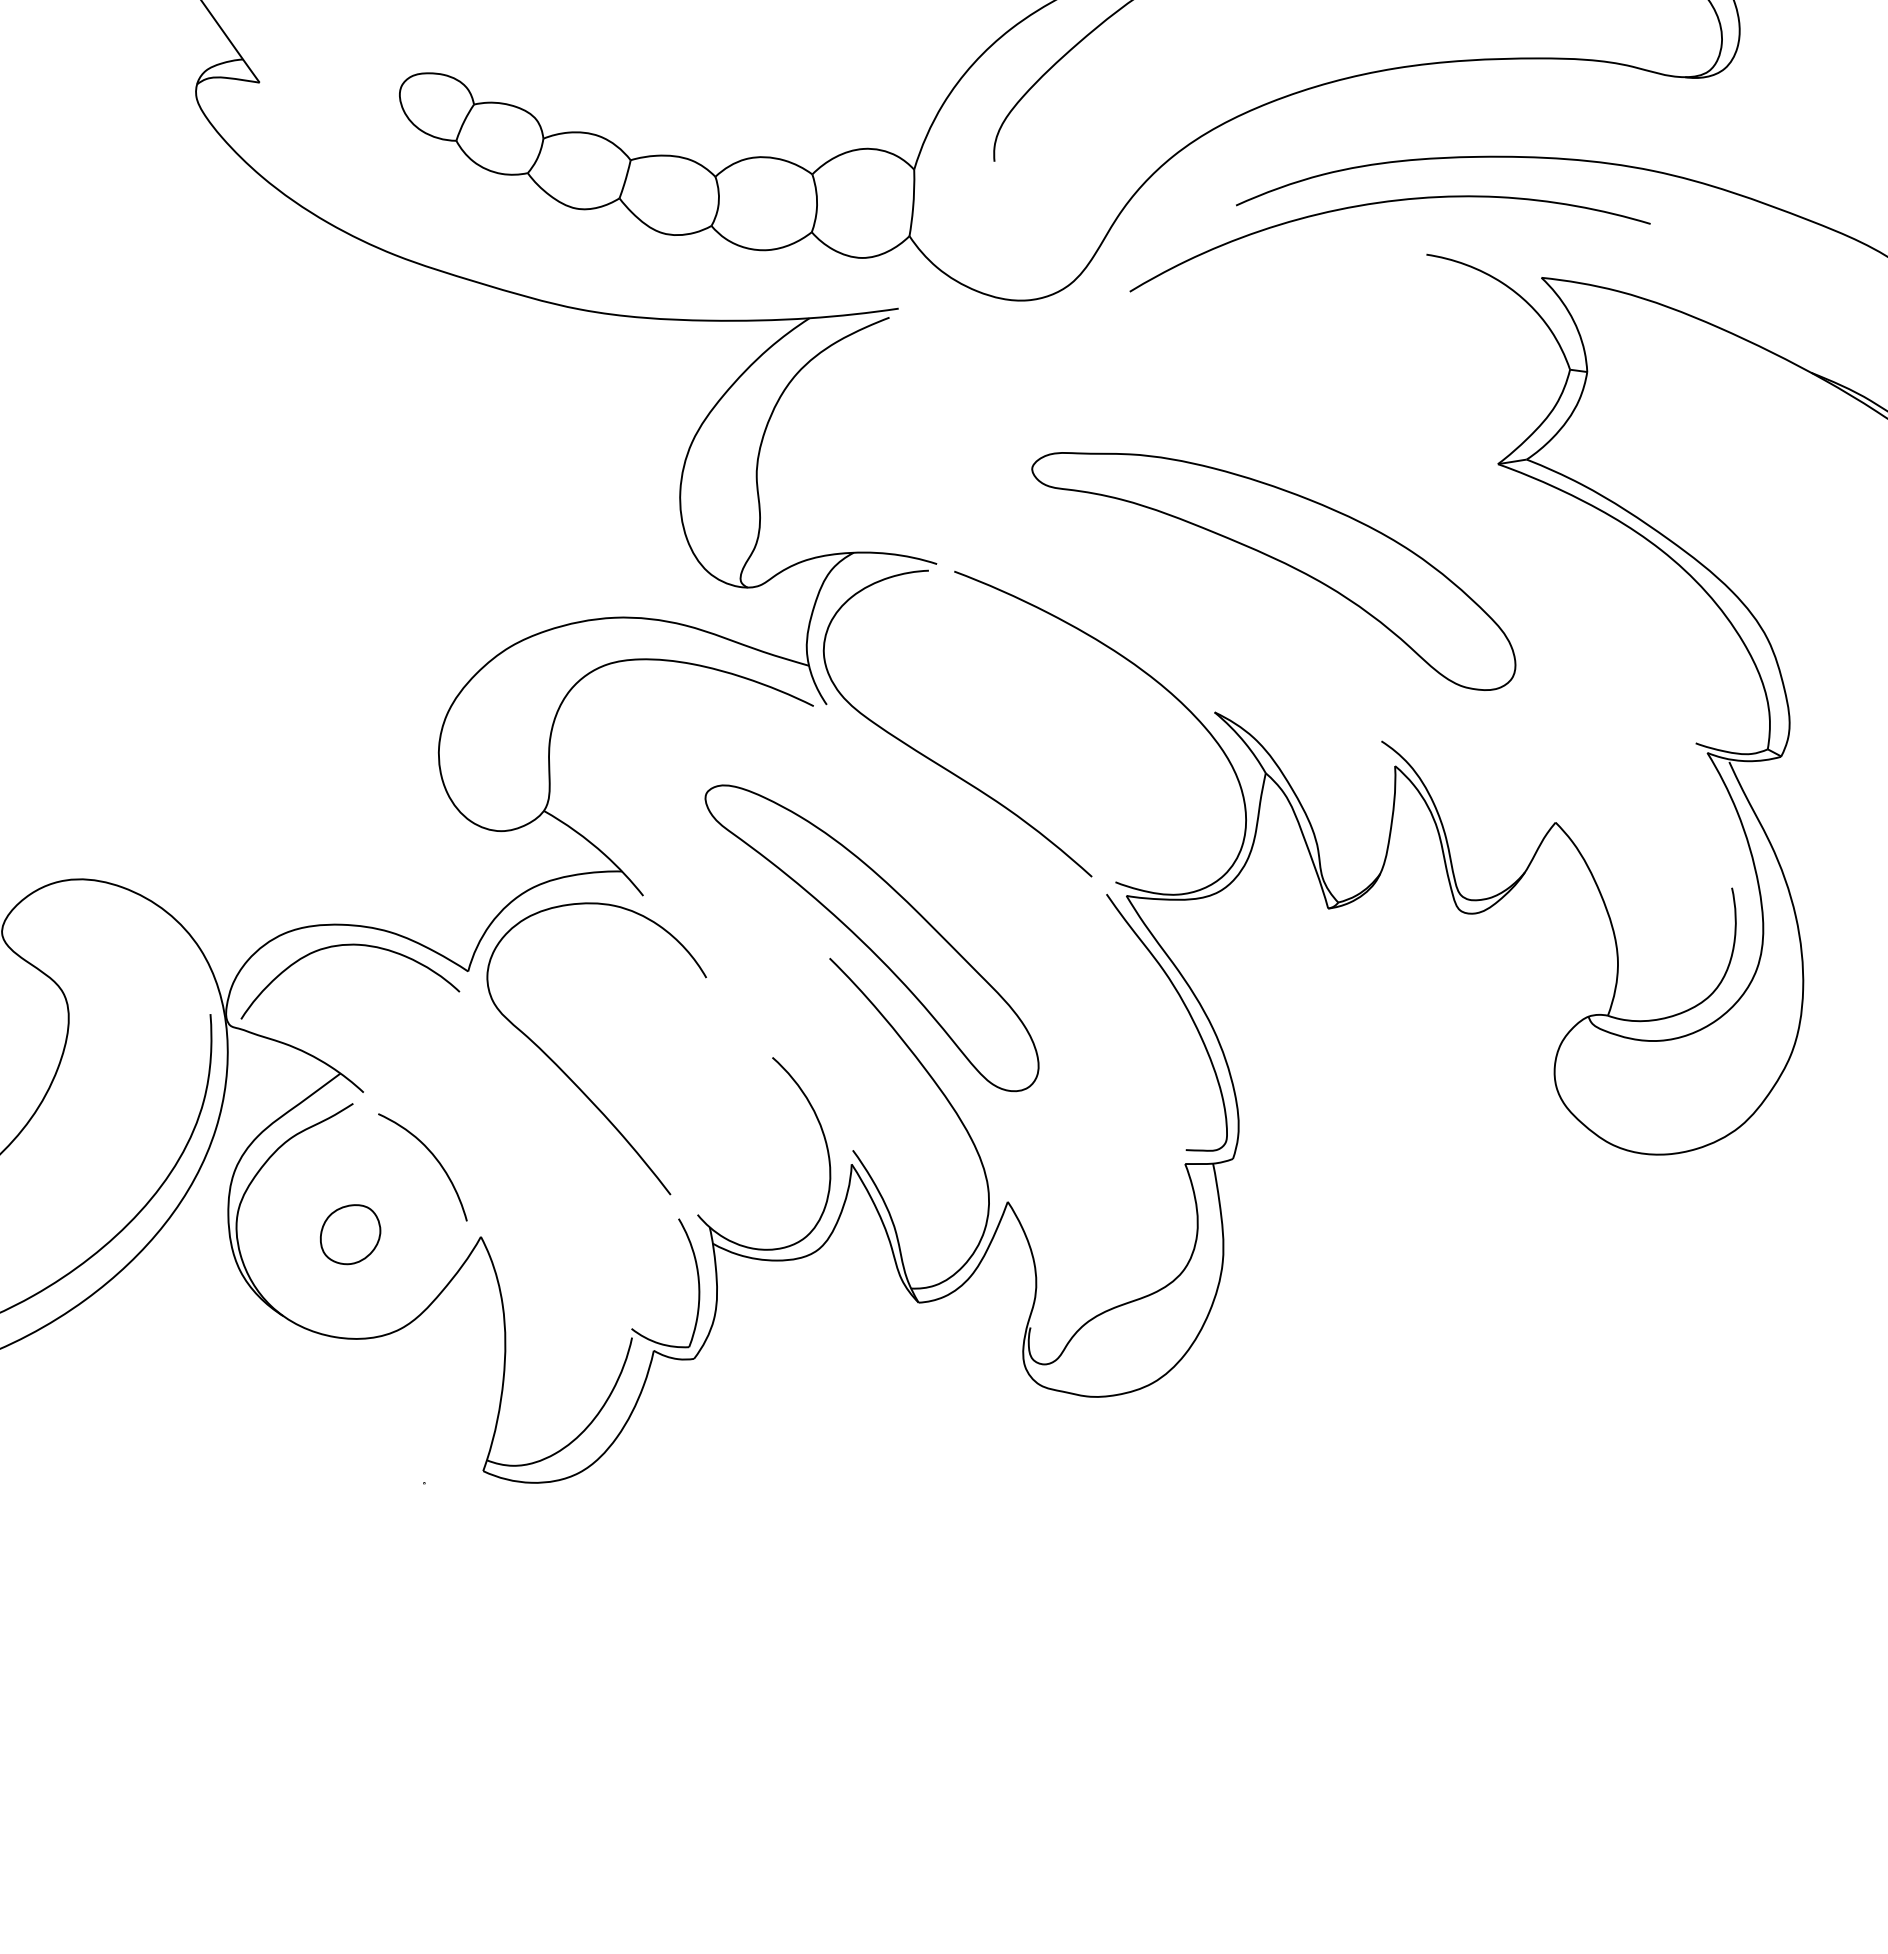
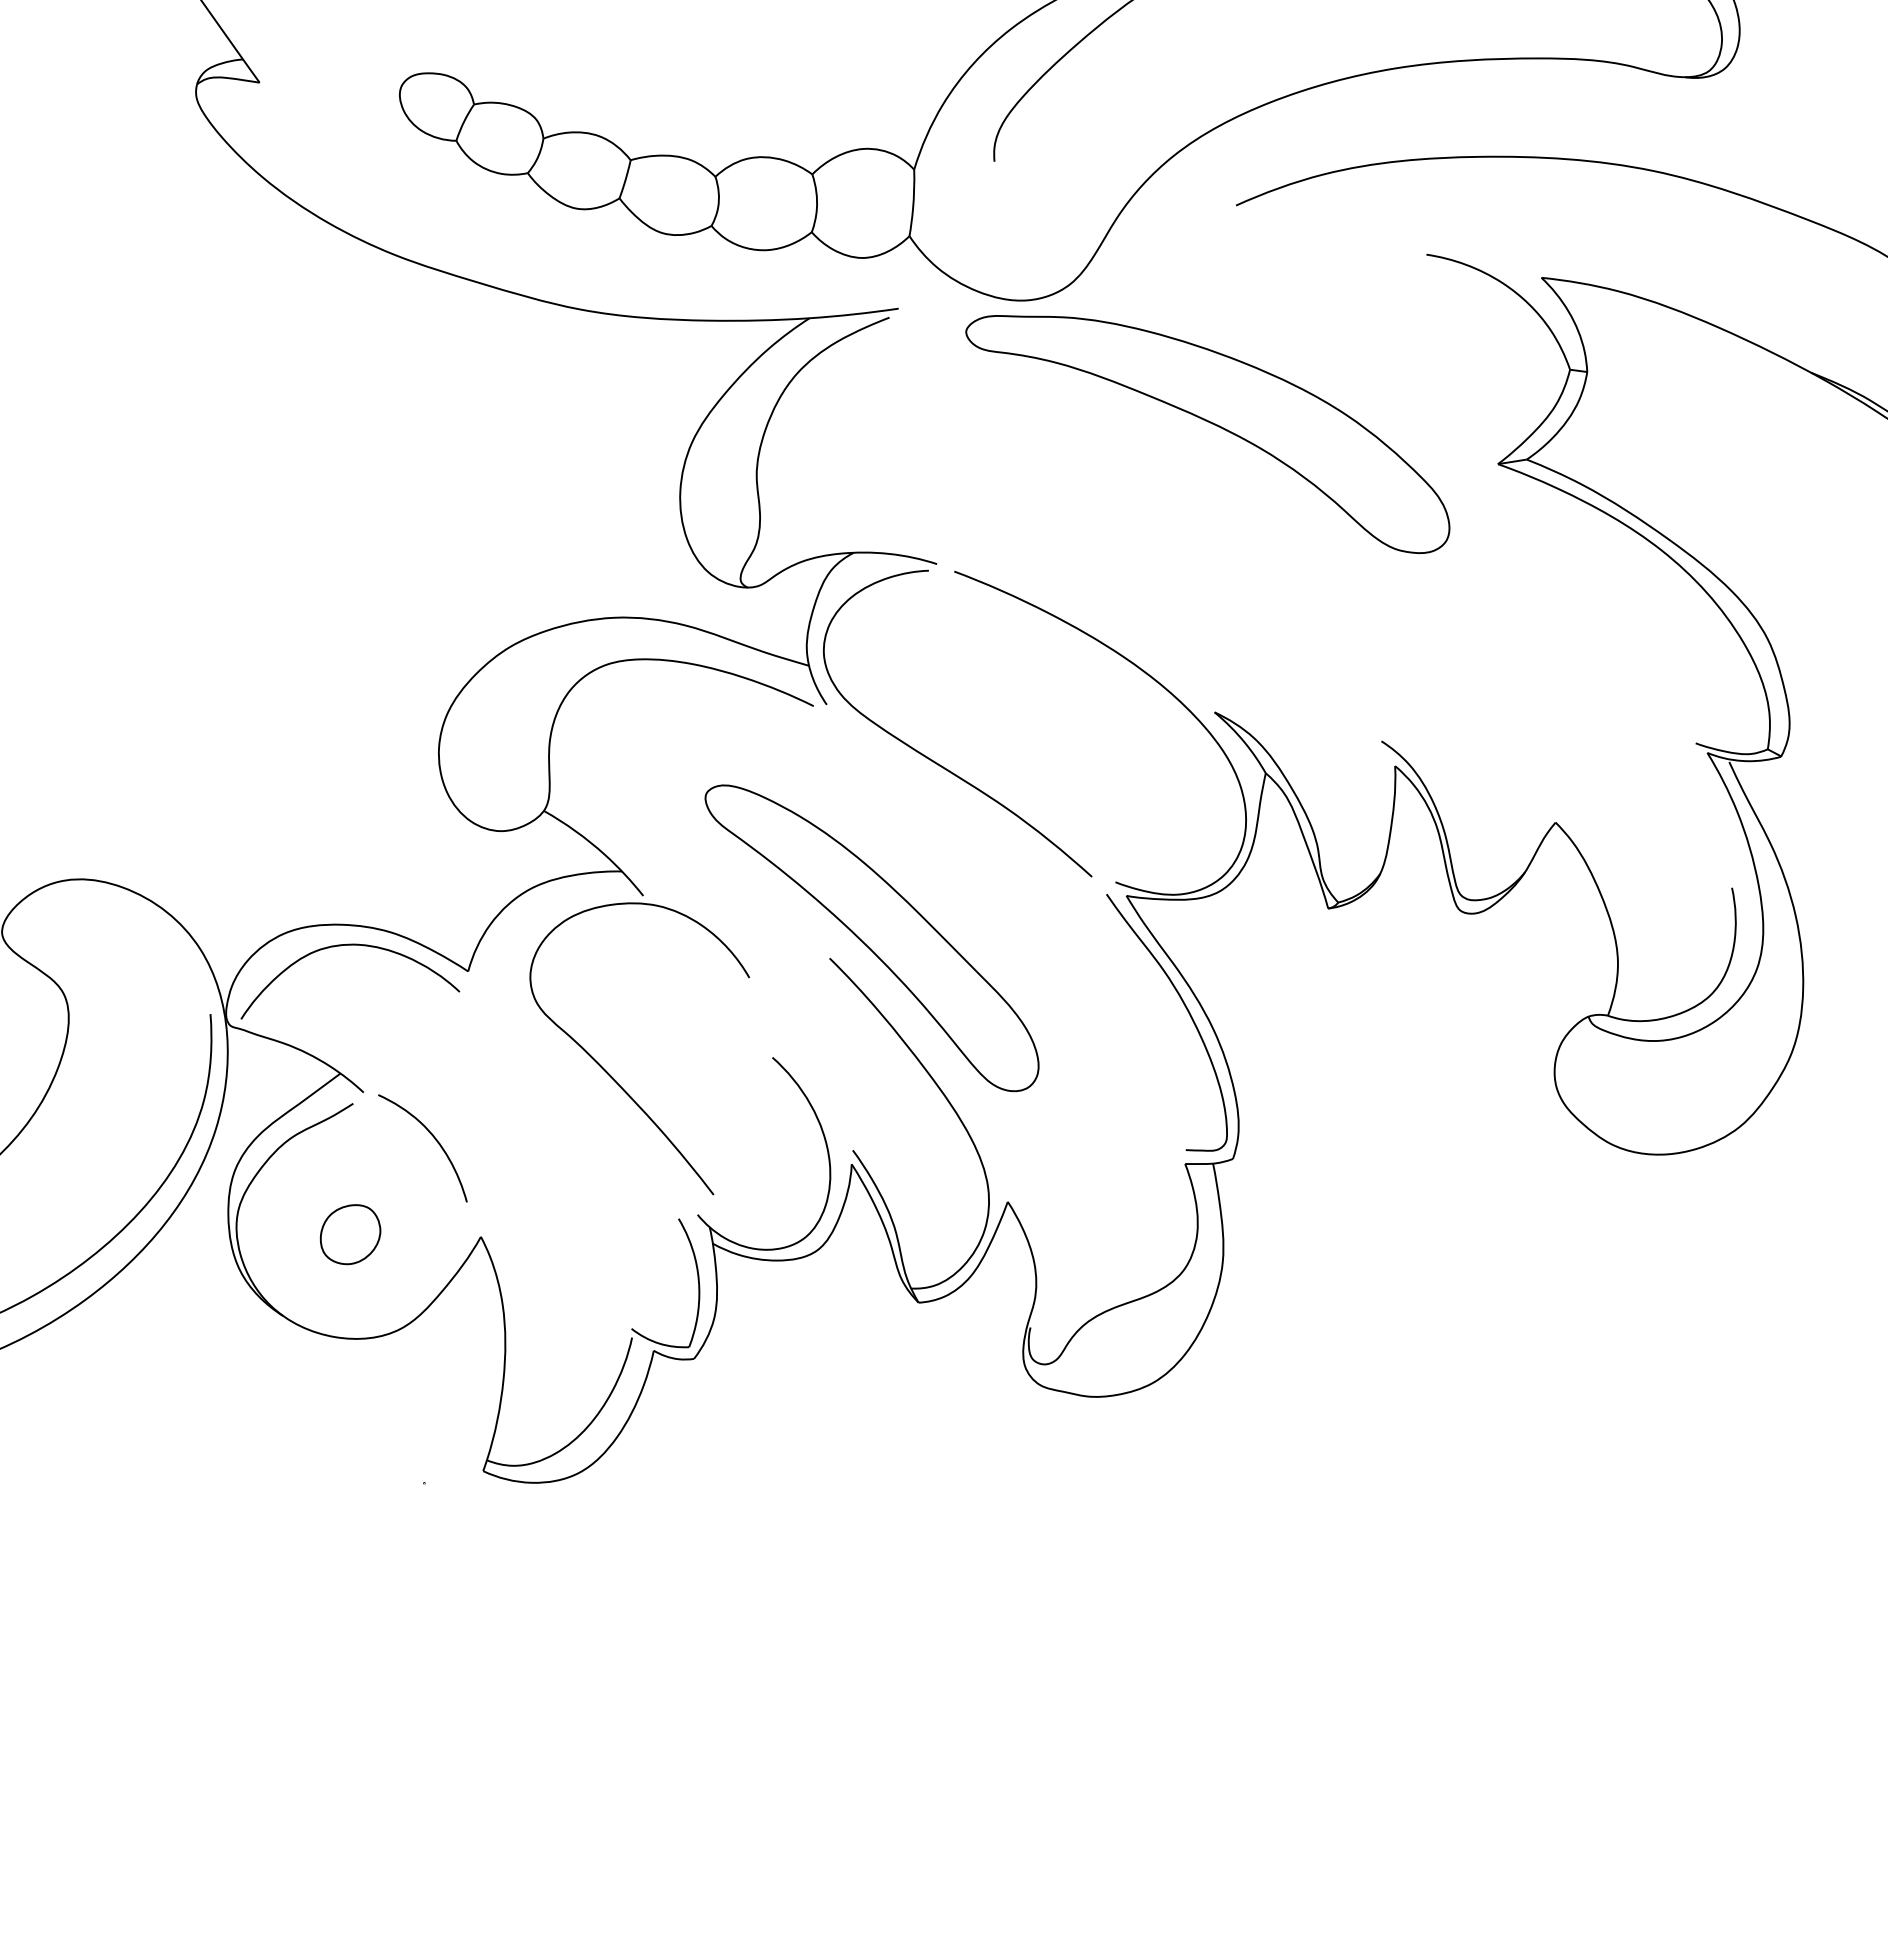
curve at (1382, 203): present -> none
part at (1278, 561) position: (1278, 561) -> (1212, 424)
curve at (568, 1075) position: (568, 1075) -> (611, 1075)
curve at (434, 1158) position: (434, 1158) -> (434, 1139)
